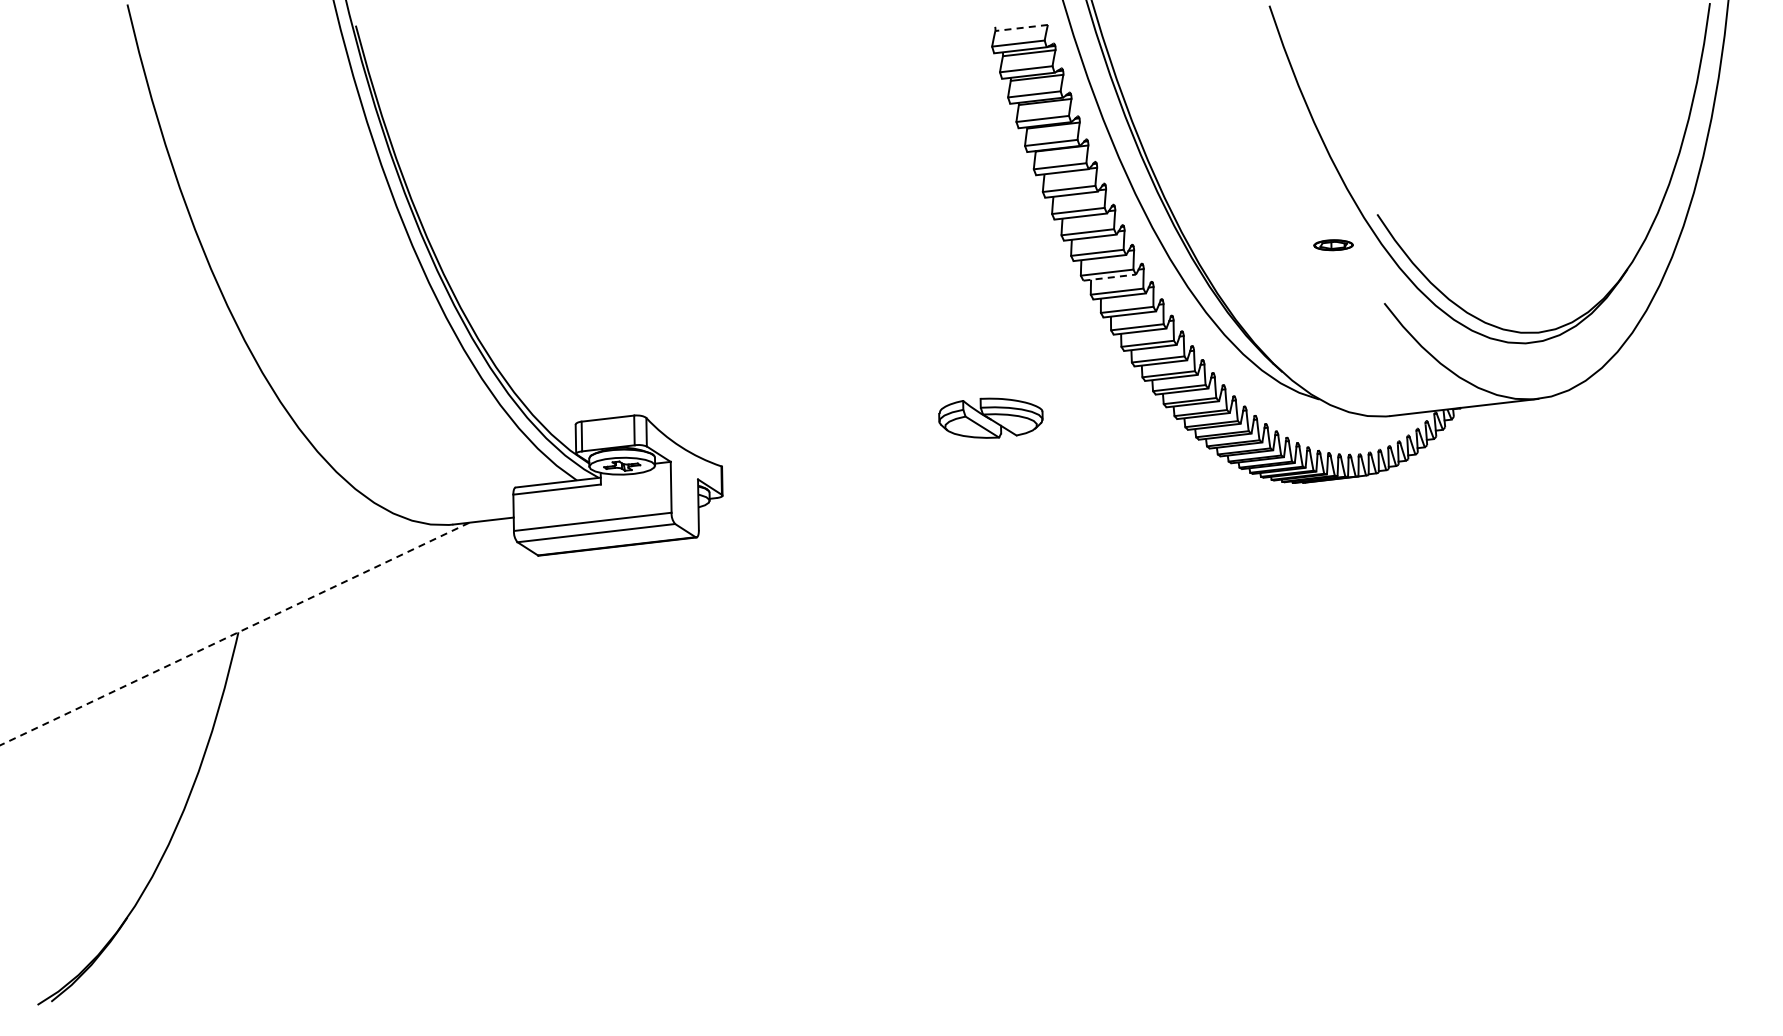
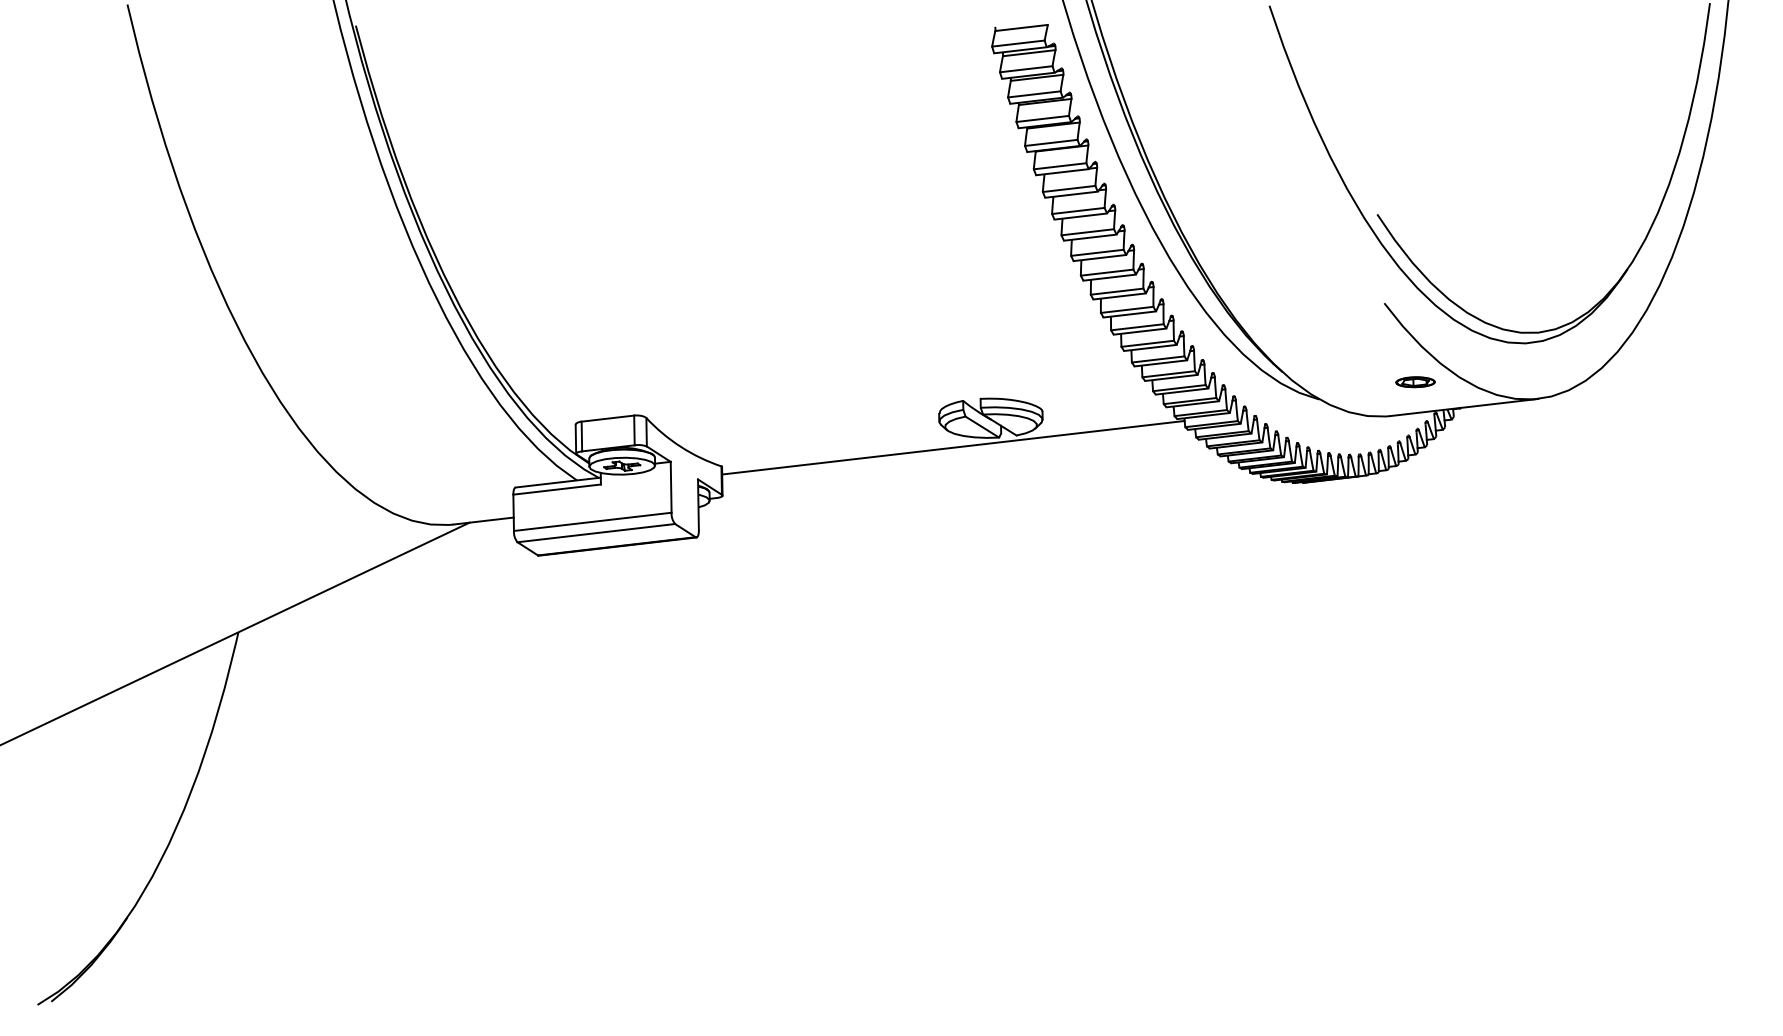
line at (1021, 28): dashed -> solid
part at (1333, 245) position: (1333, 245) -> (1415, 382)
line at (1110, 277): dashed -> solid
line at (953, 447): none -> present
line at (235, 633): dashed -> solid
